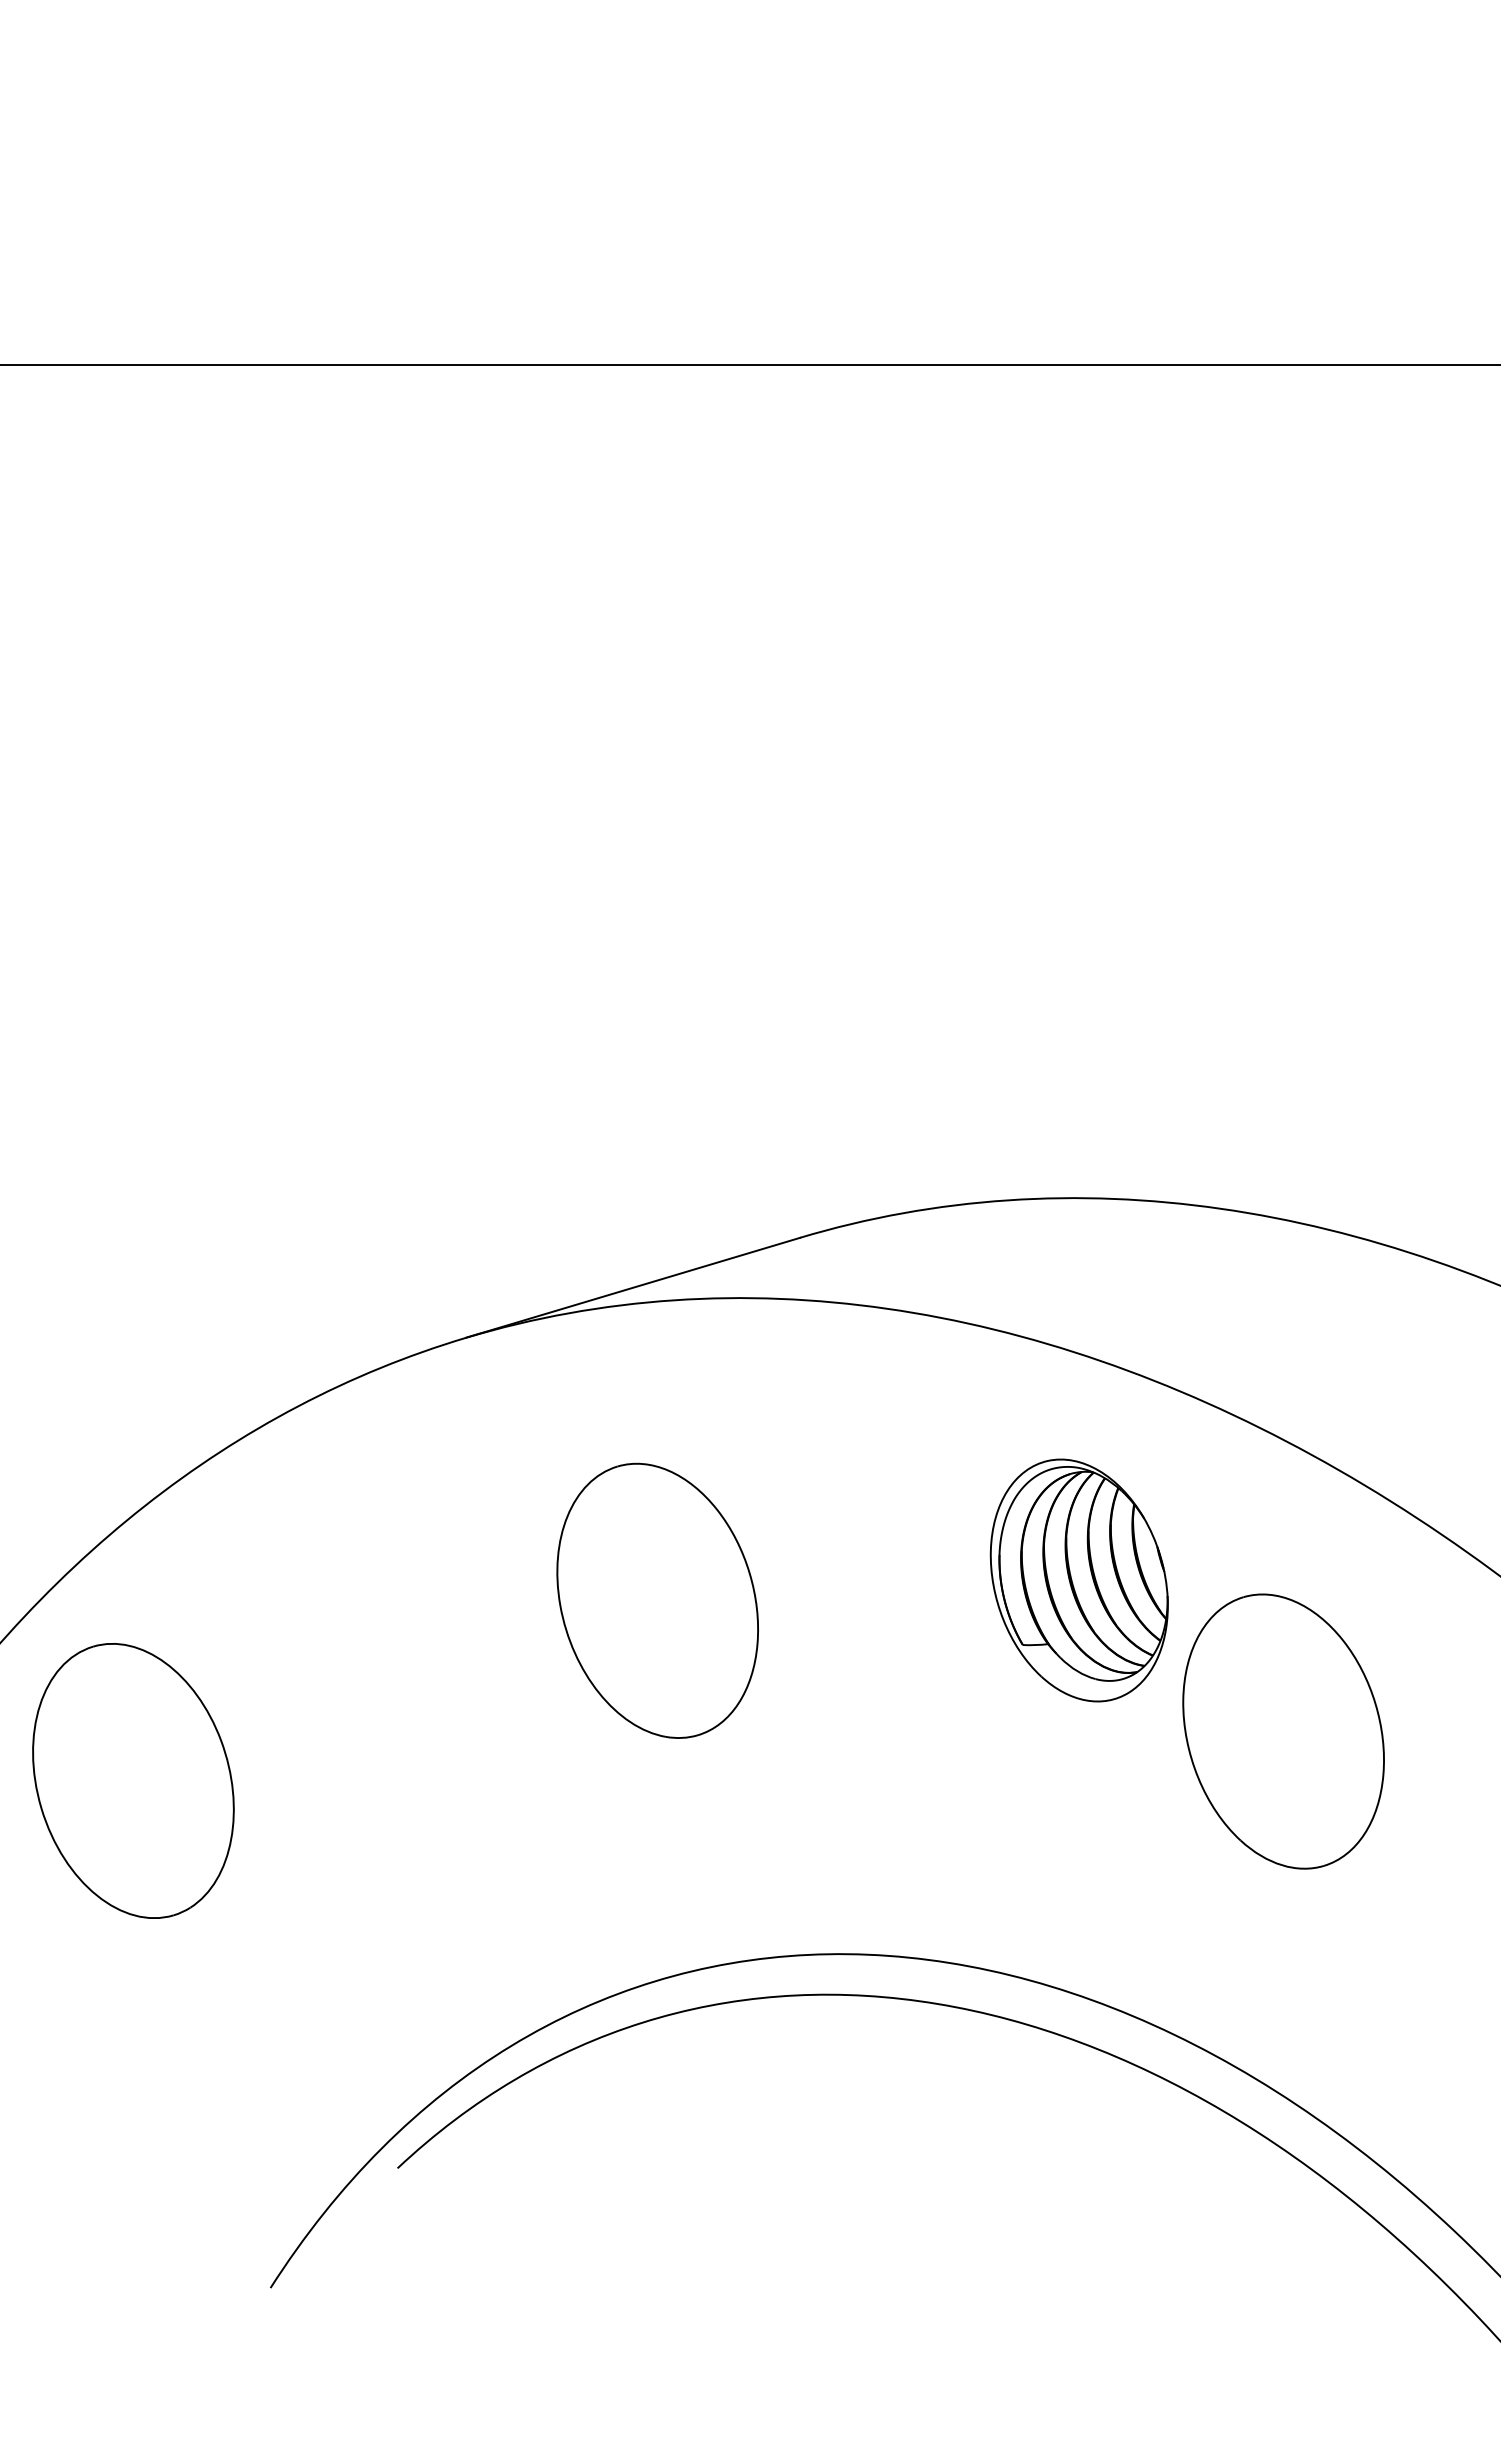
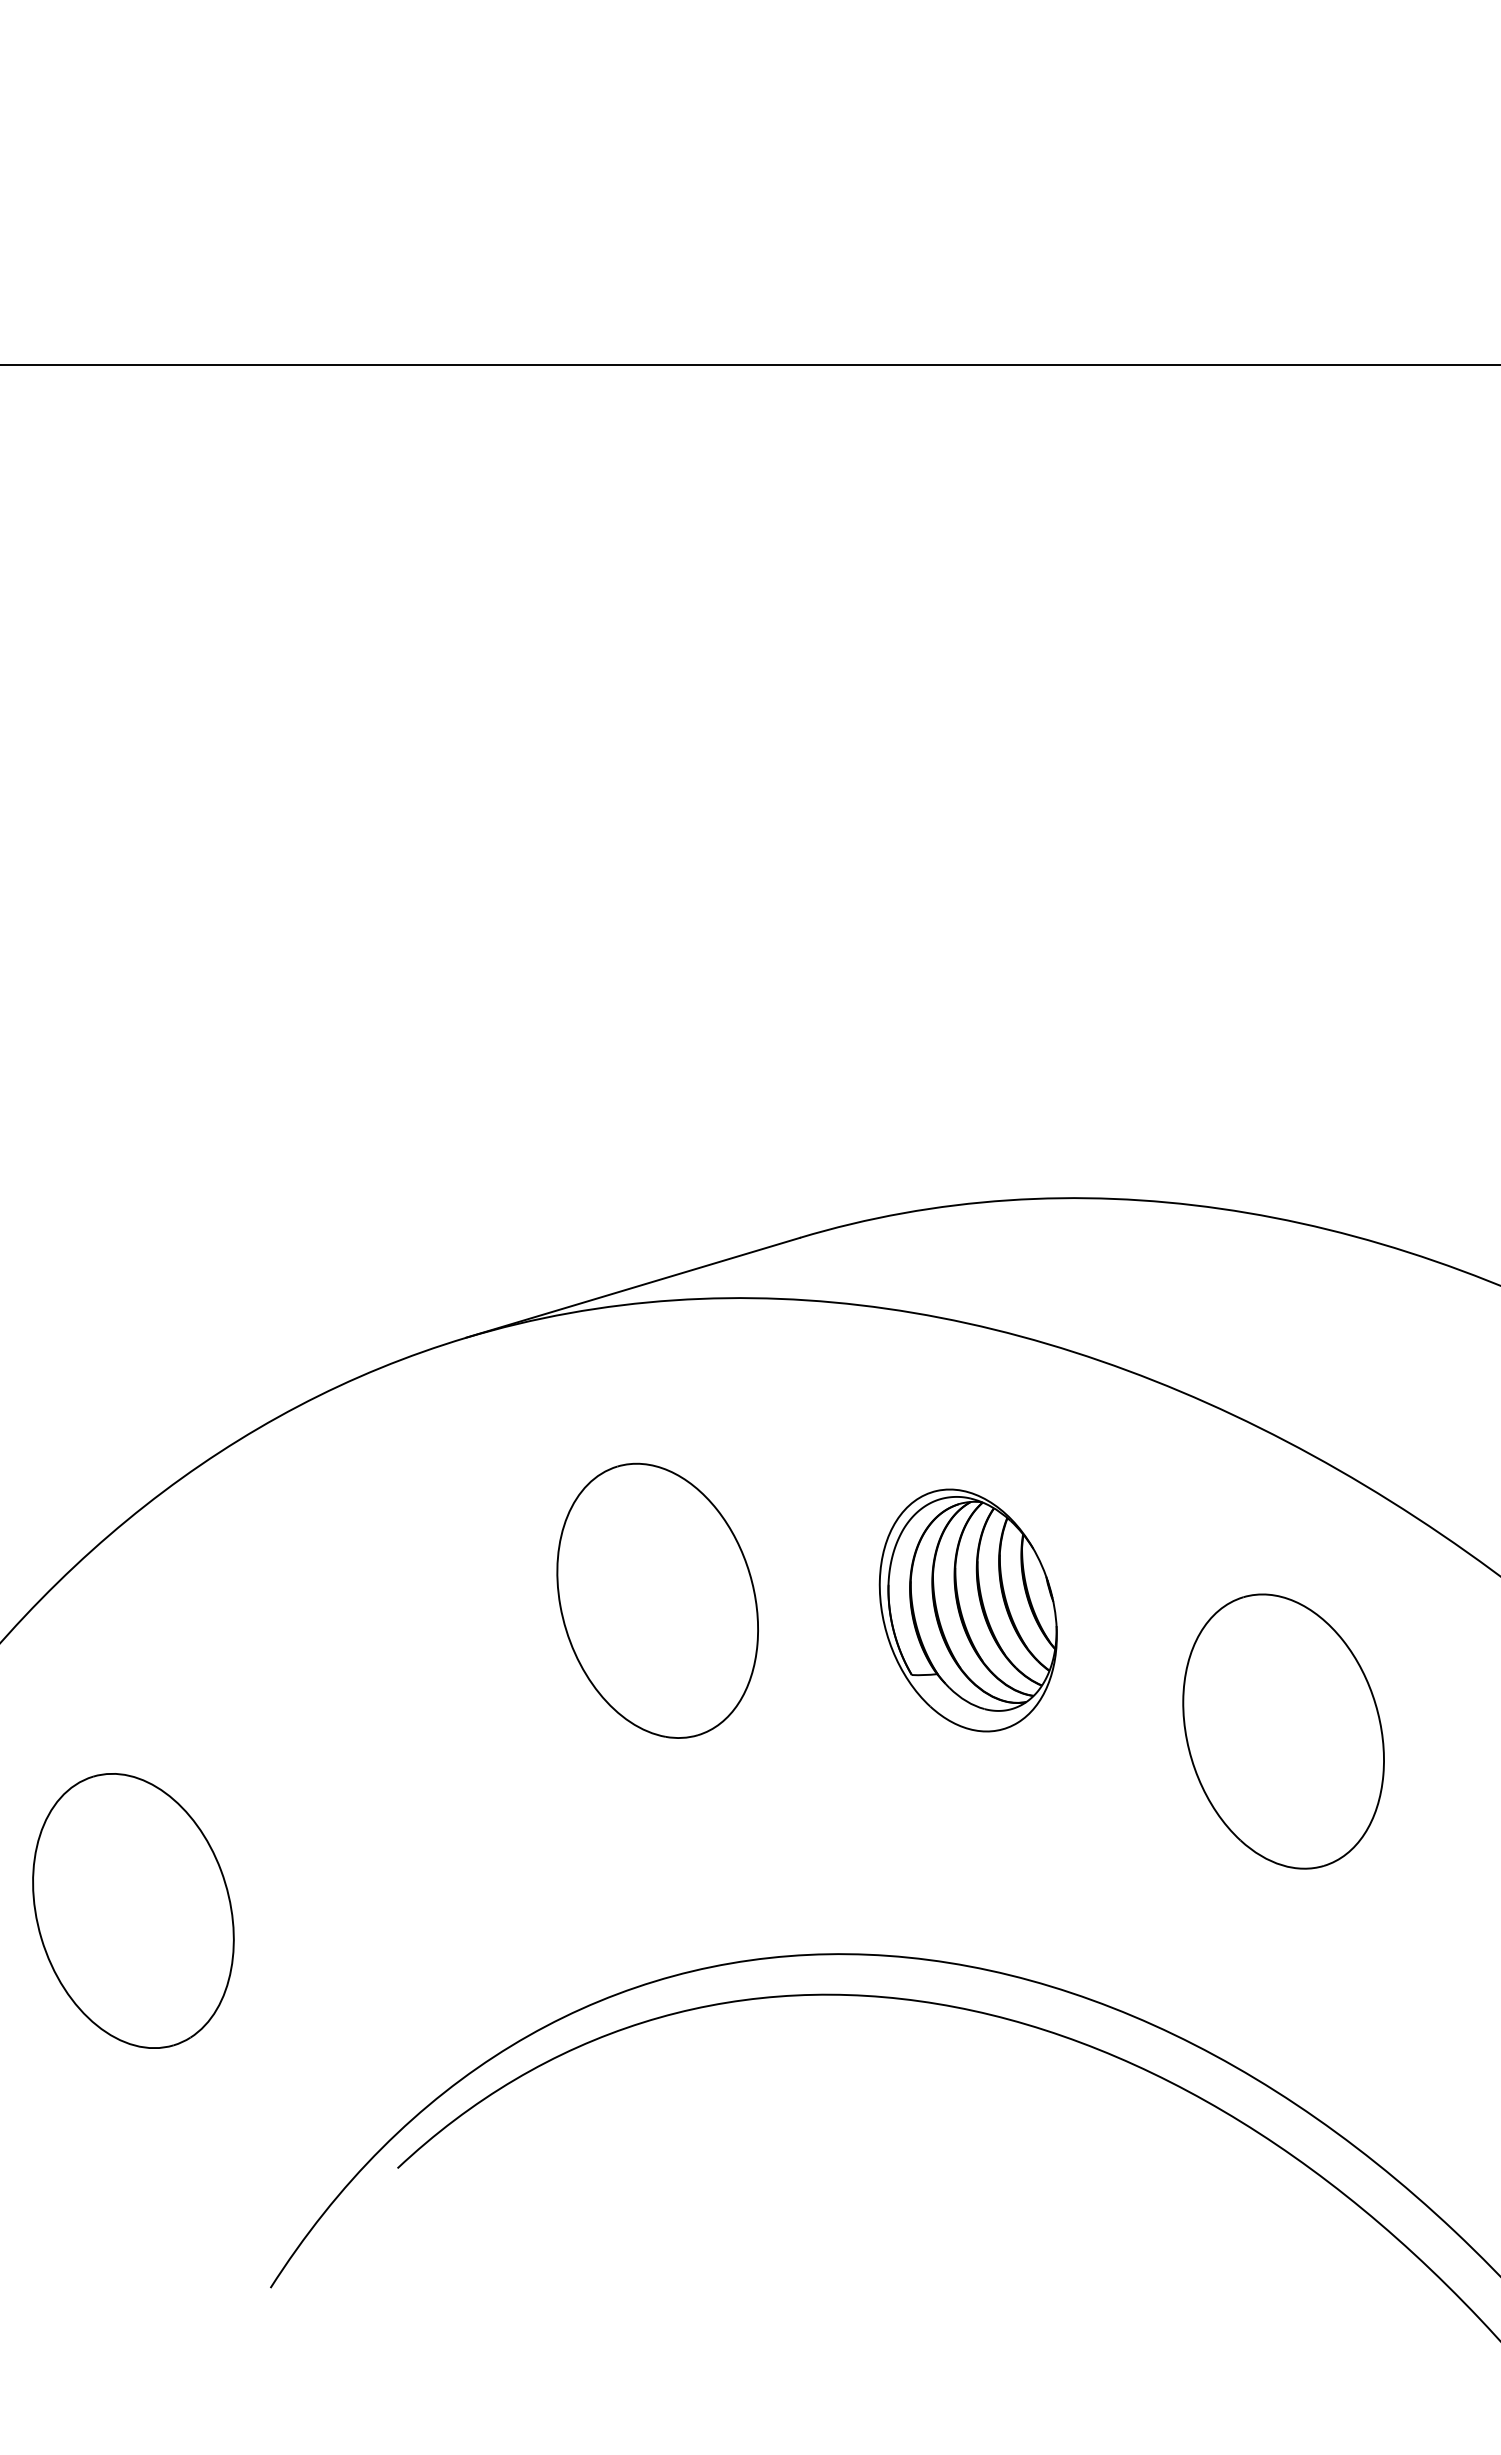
part at (1078, 1580) position: (1078, 1580) -> (967, 1610)
part at (133, 1780) position: (133, 1780) -> (133, 1910)
